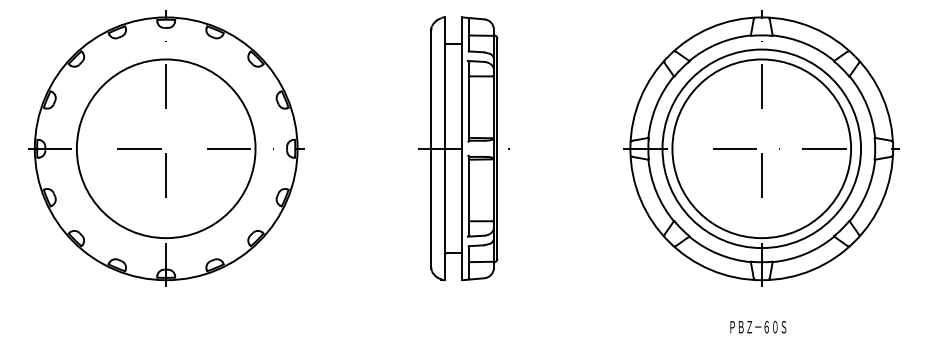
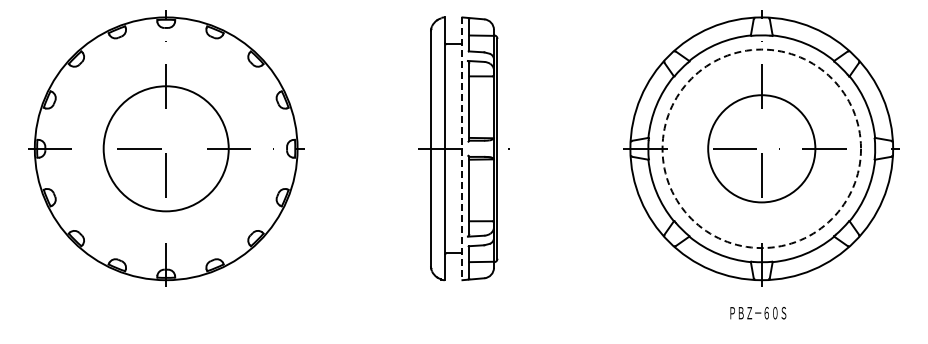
circle at (165, 148) diameter: 179 px -> 125 px
circle at (761, 148) diameter: 179 px -> 107 px
circle at (761, 148): solid -> dashed
line at (462, 149): solid -> dashed
text at (758, 327) position: (758, 327) -> (758, 313)
